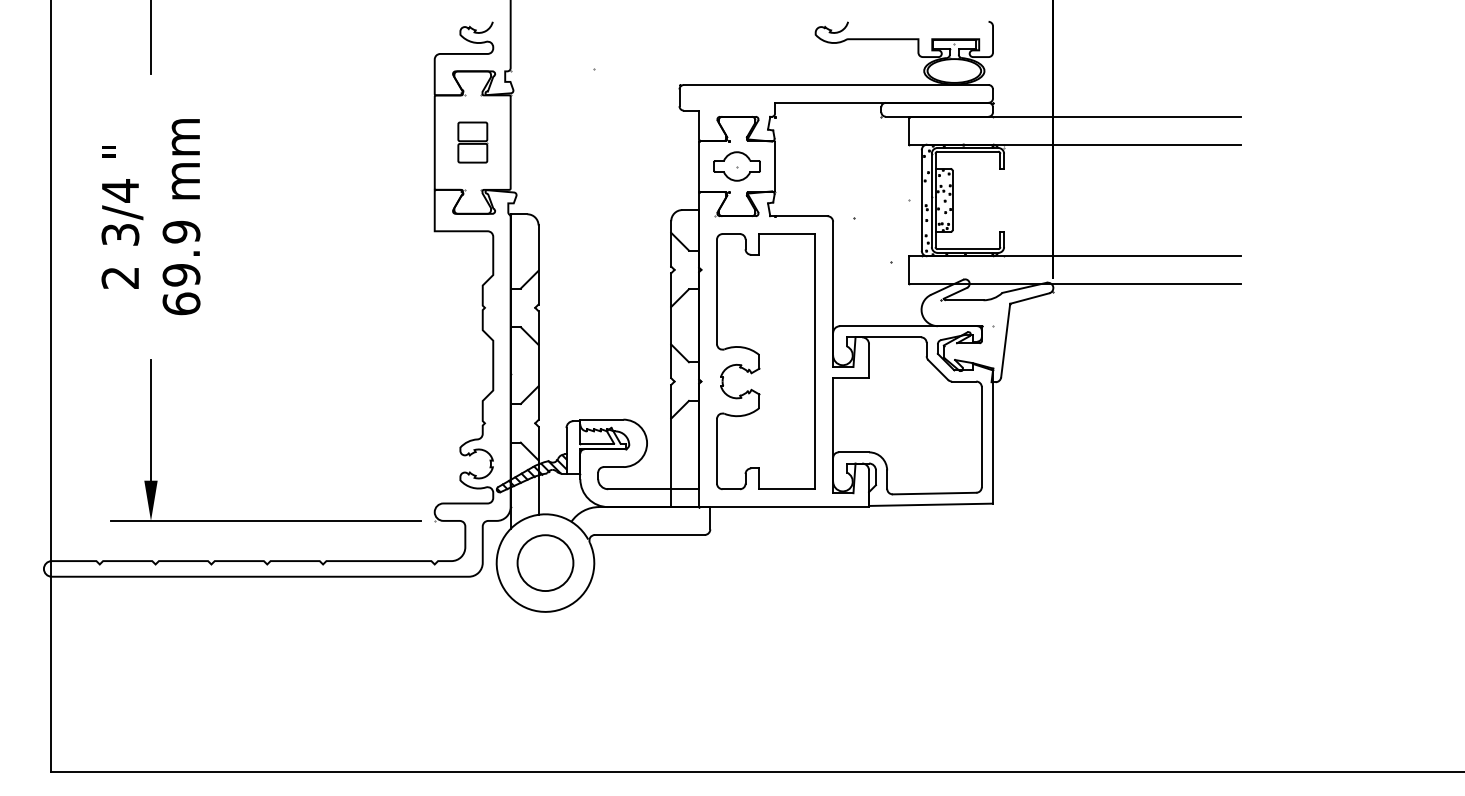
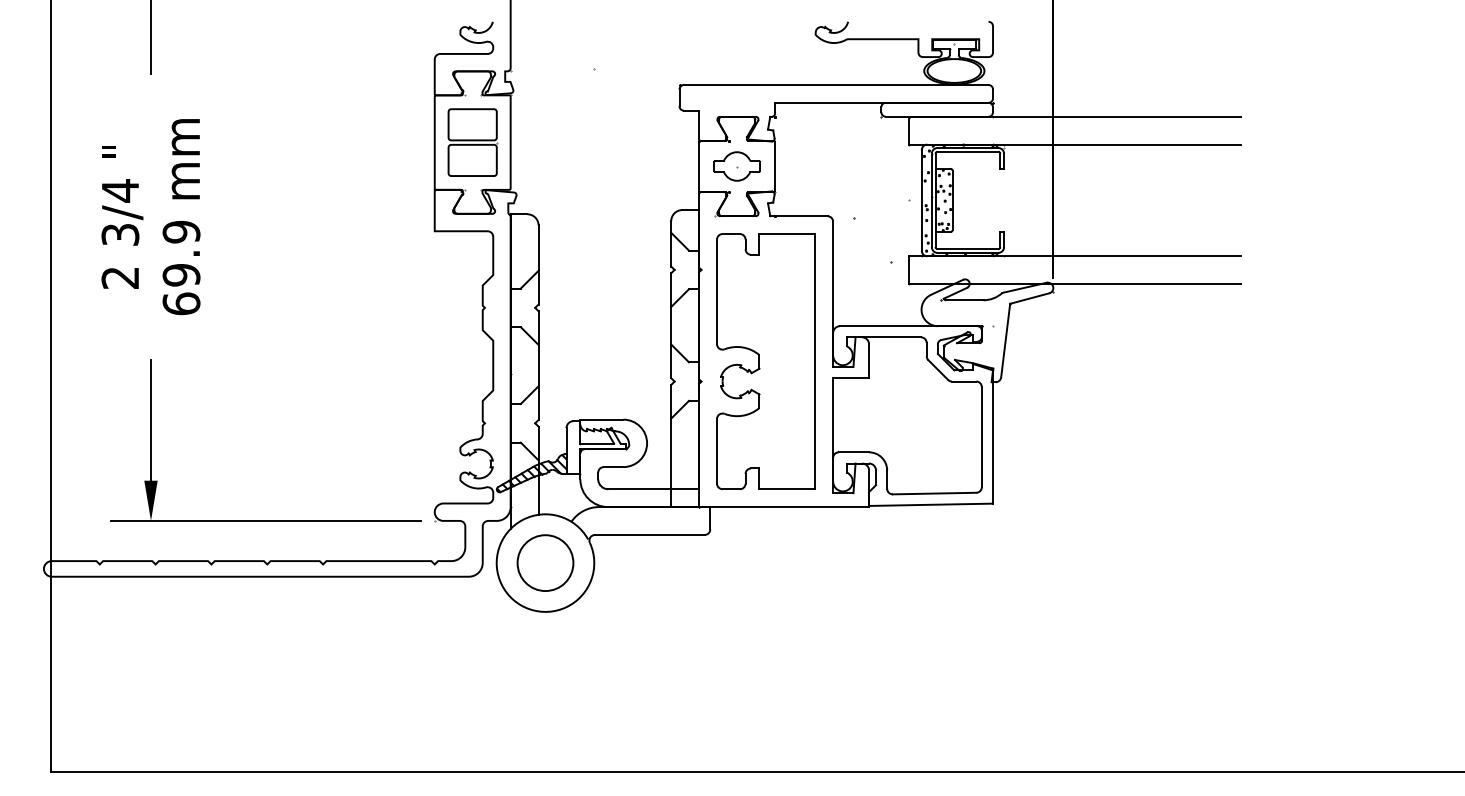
part at (472, 142) size: 32x43 px -> 52x69 px
